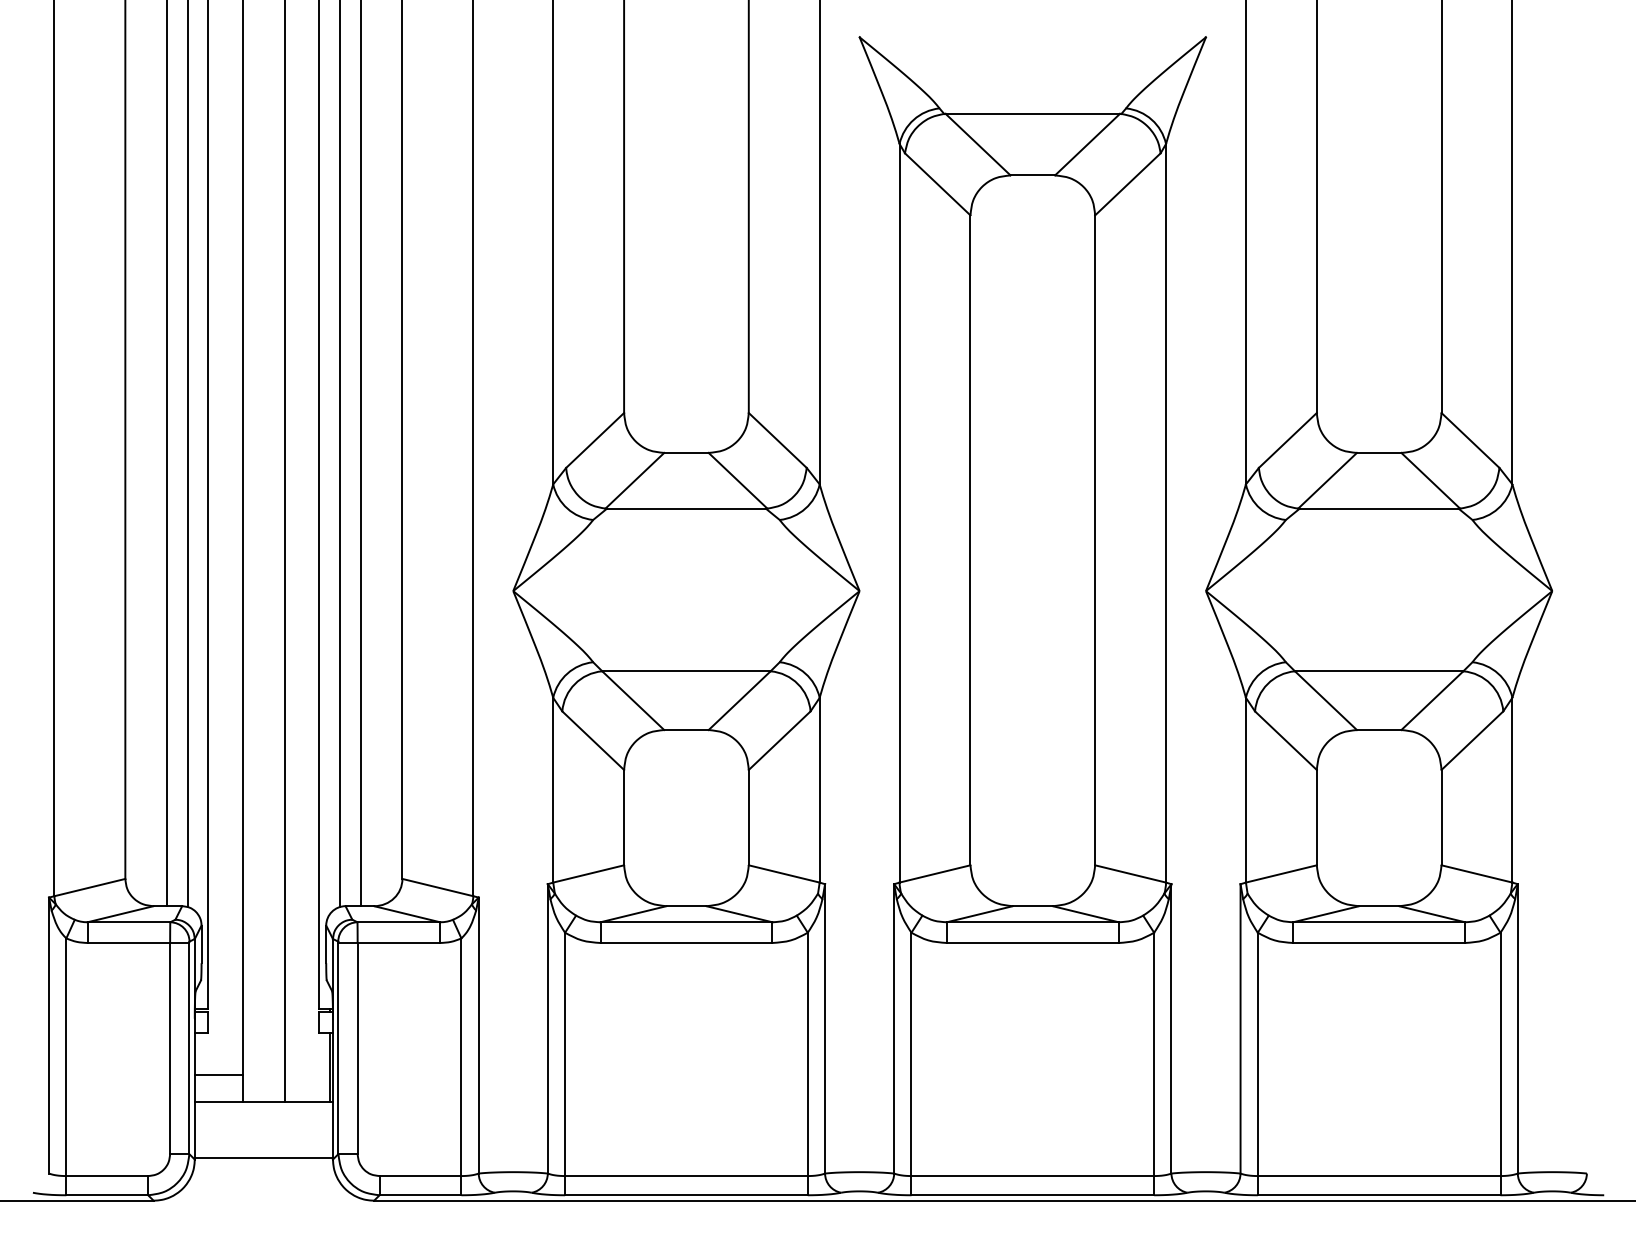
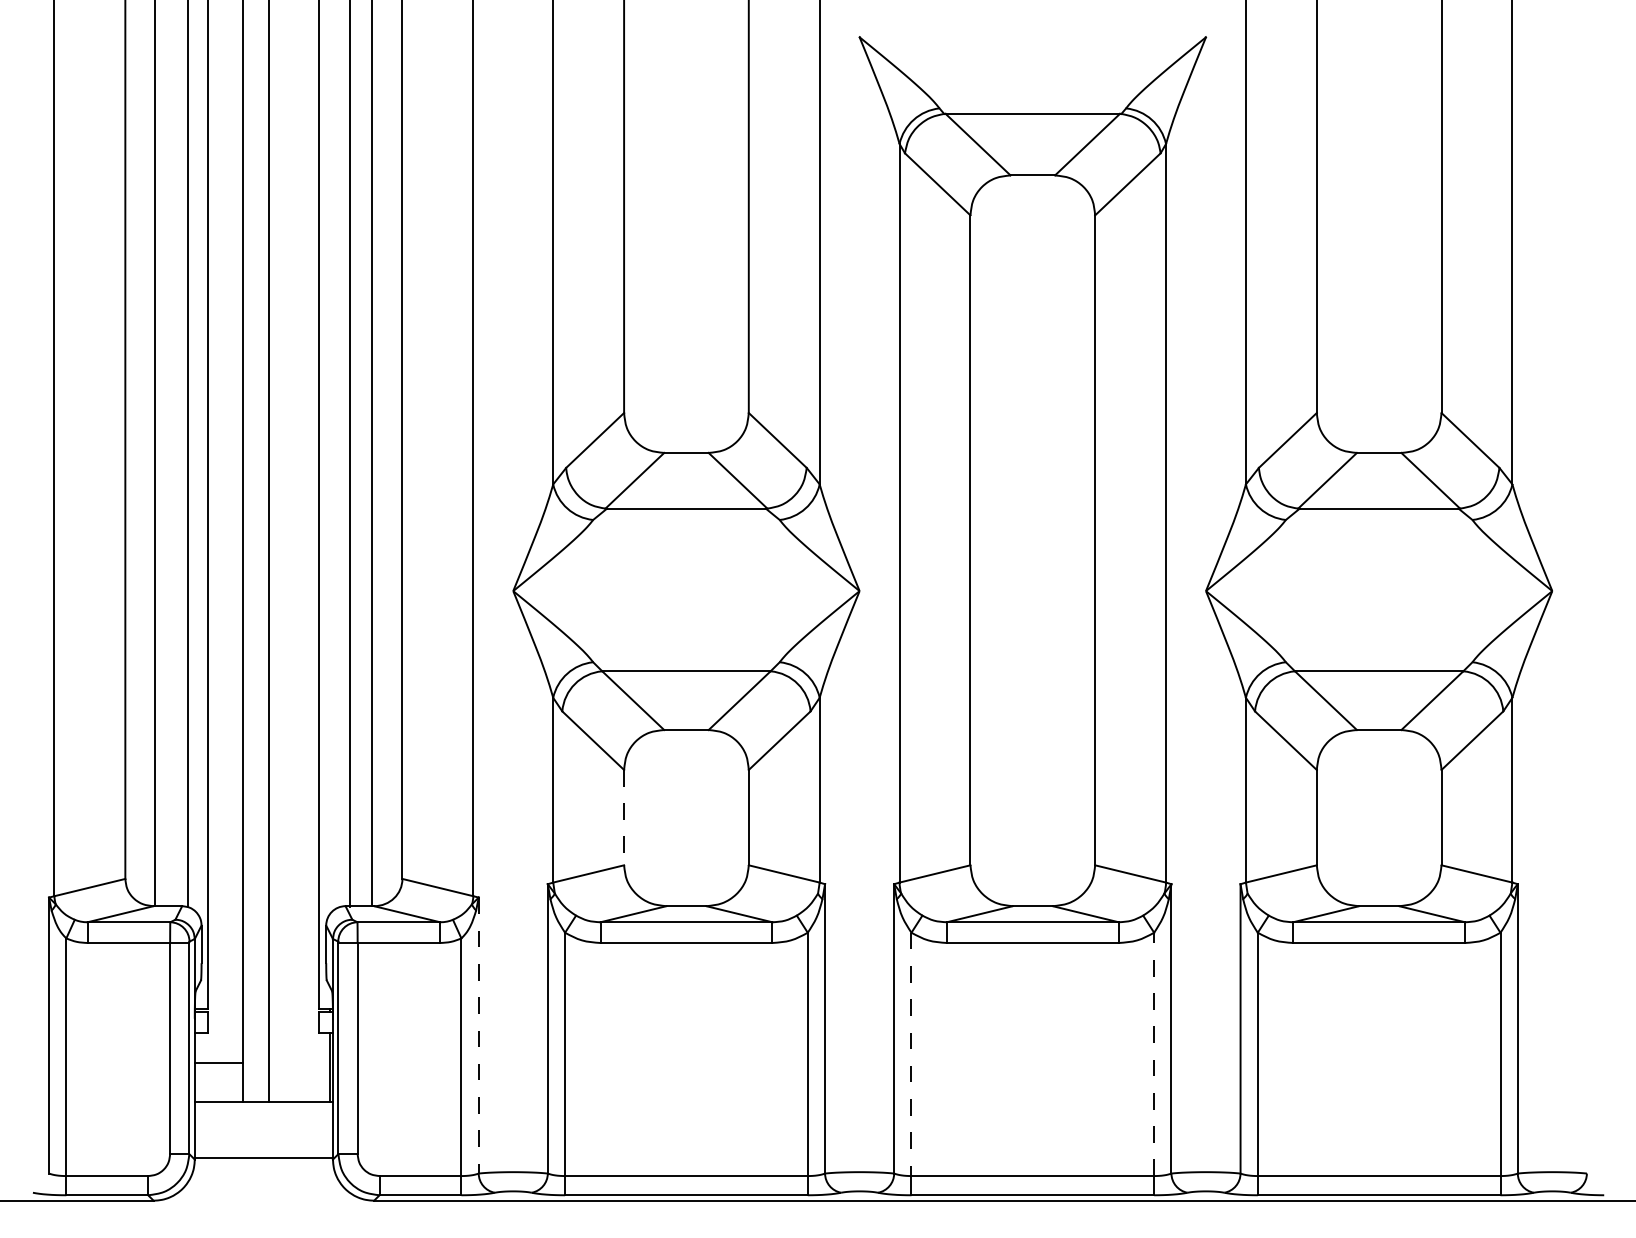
line at (166, 454) position: (166, 454) -> (154, 454)
line at (340, 454) position: (340, 454) -> (350, 454)
line at (360, 454) position: (360, 454) -> (371, 454)
line at (284, 552) position: (284, 552) -> (268, 552)
line at (624, 817): solid -> dashed
line at (478, 1035): solid -> dashed
line at (911, 1054): solid -> dashed
line at (1154, 1054): solid -> dashed
line at (218, 1074) position: (218, 1074) -> (218, 1062)
